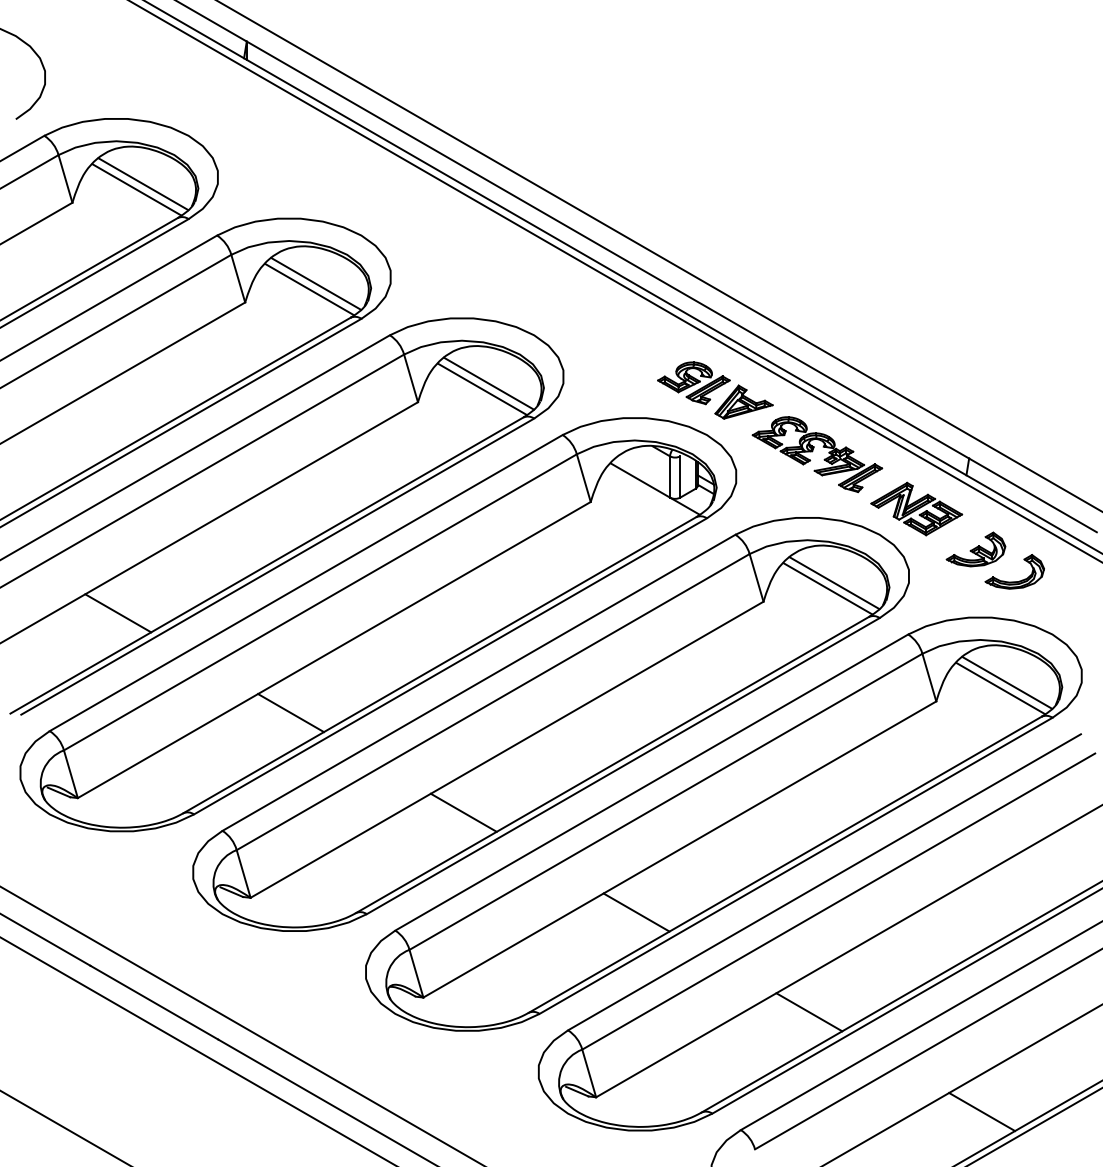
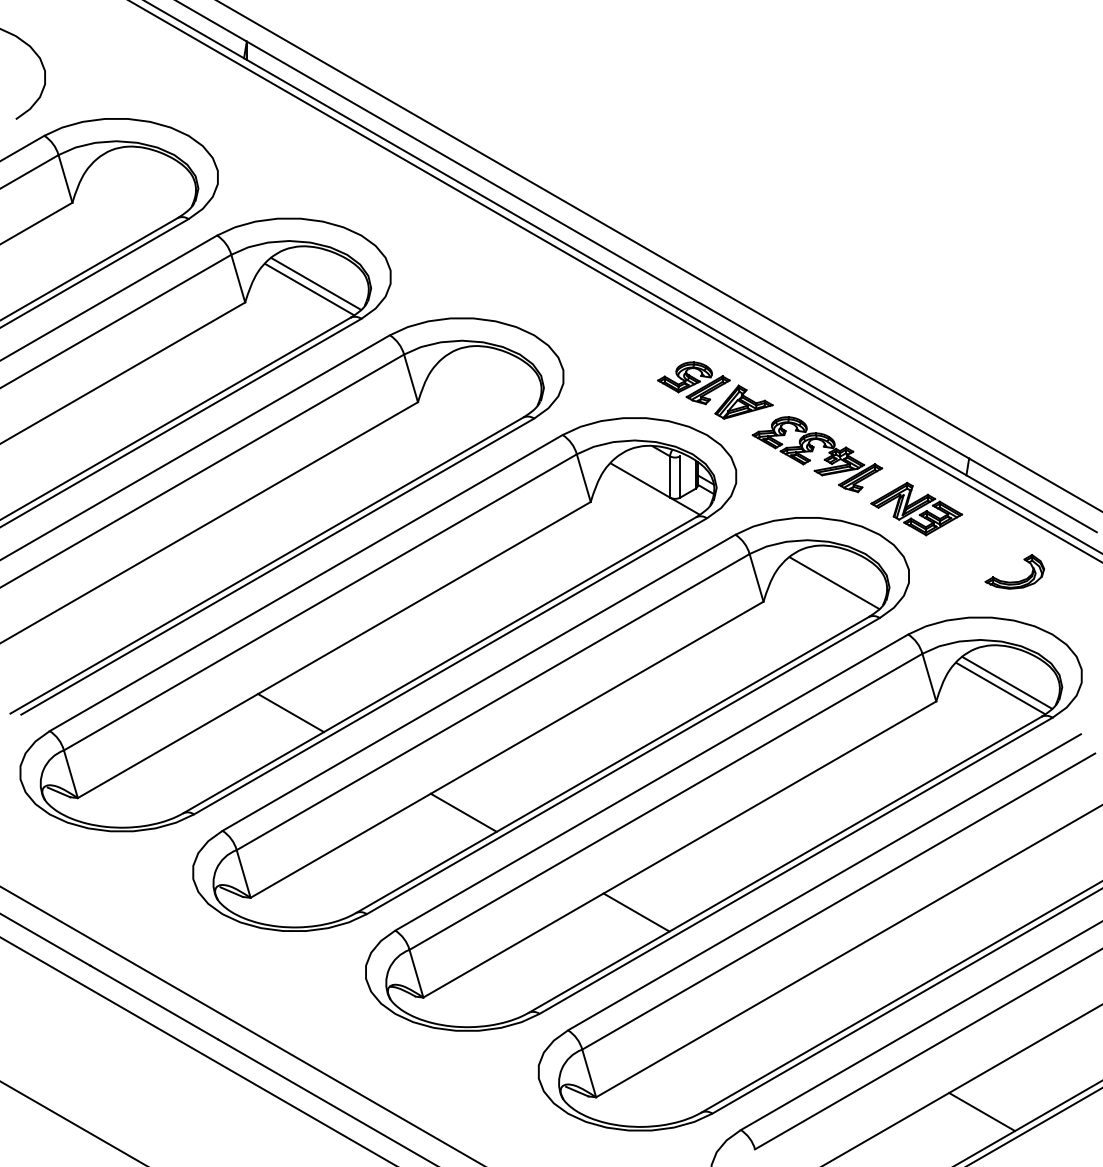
line at (143, 184): present -> none
line at (136, 189): present -> none
line at (488, 383): present -> none
line at (481, 389): present -> none
part at (975, 549): present -> none
line at (827, 588): present -> none
line at (118, 613): present -> none
line at (809, 1012): present -> none
line at (64, 1127) position: (64, 1127) -> (72, 1122)
